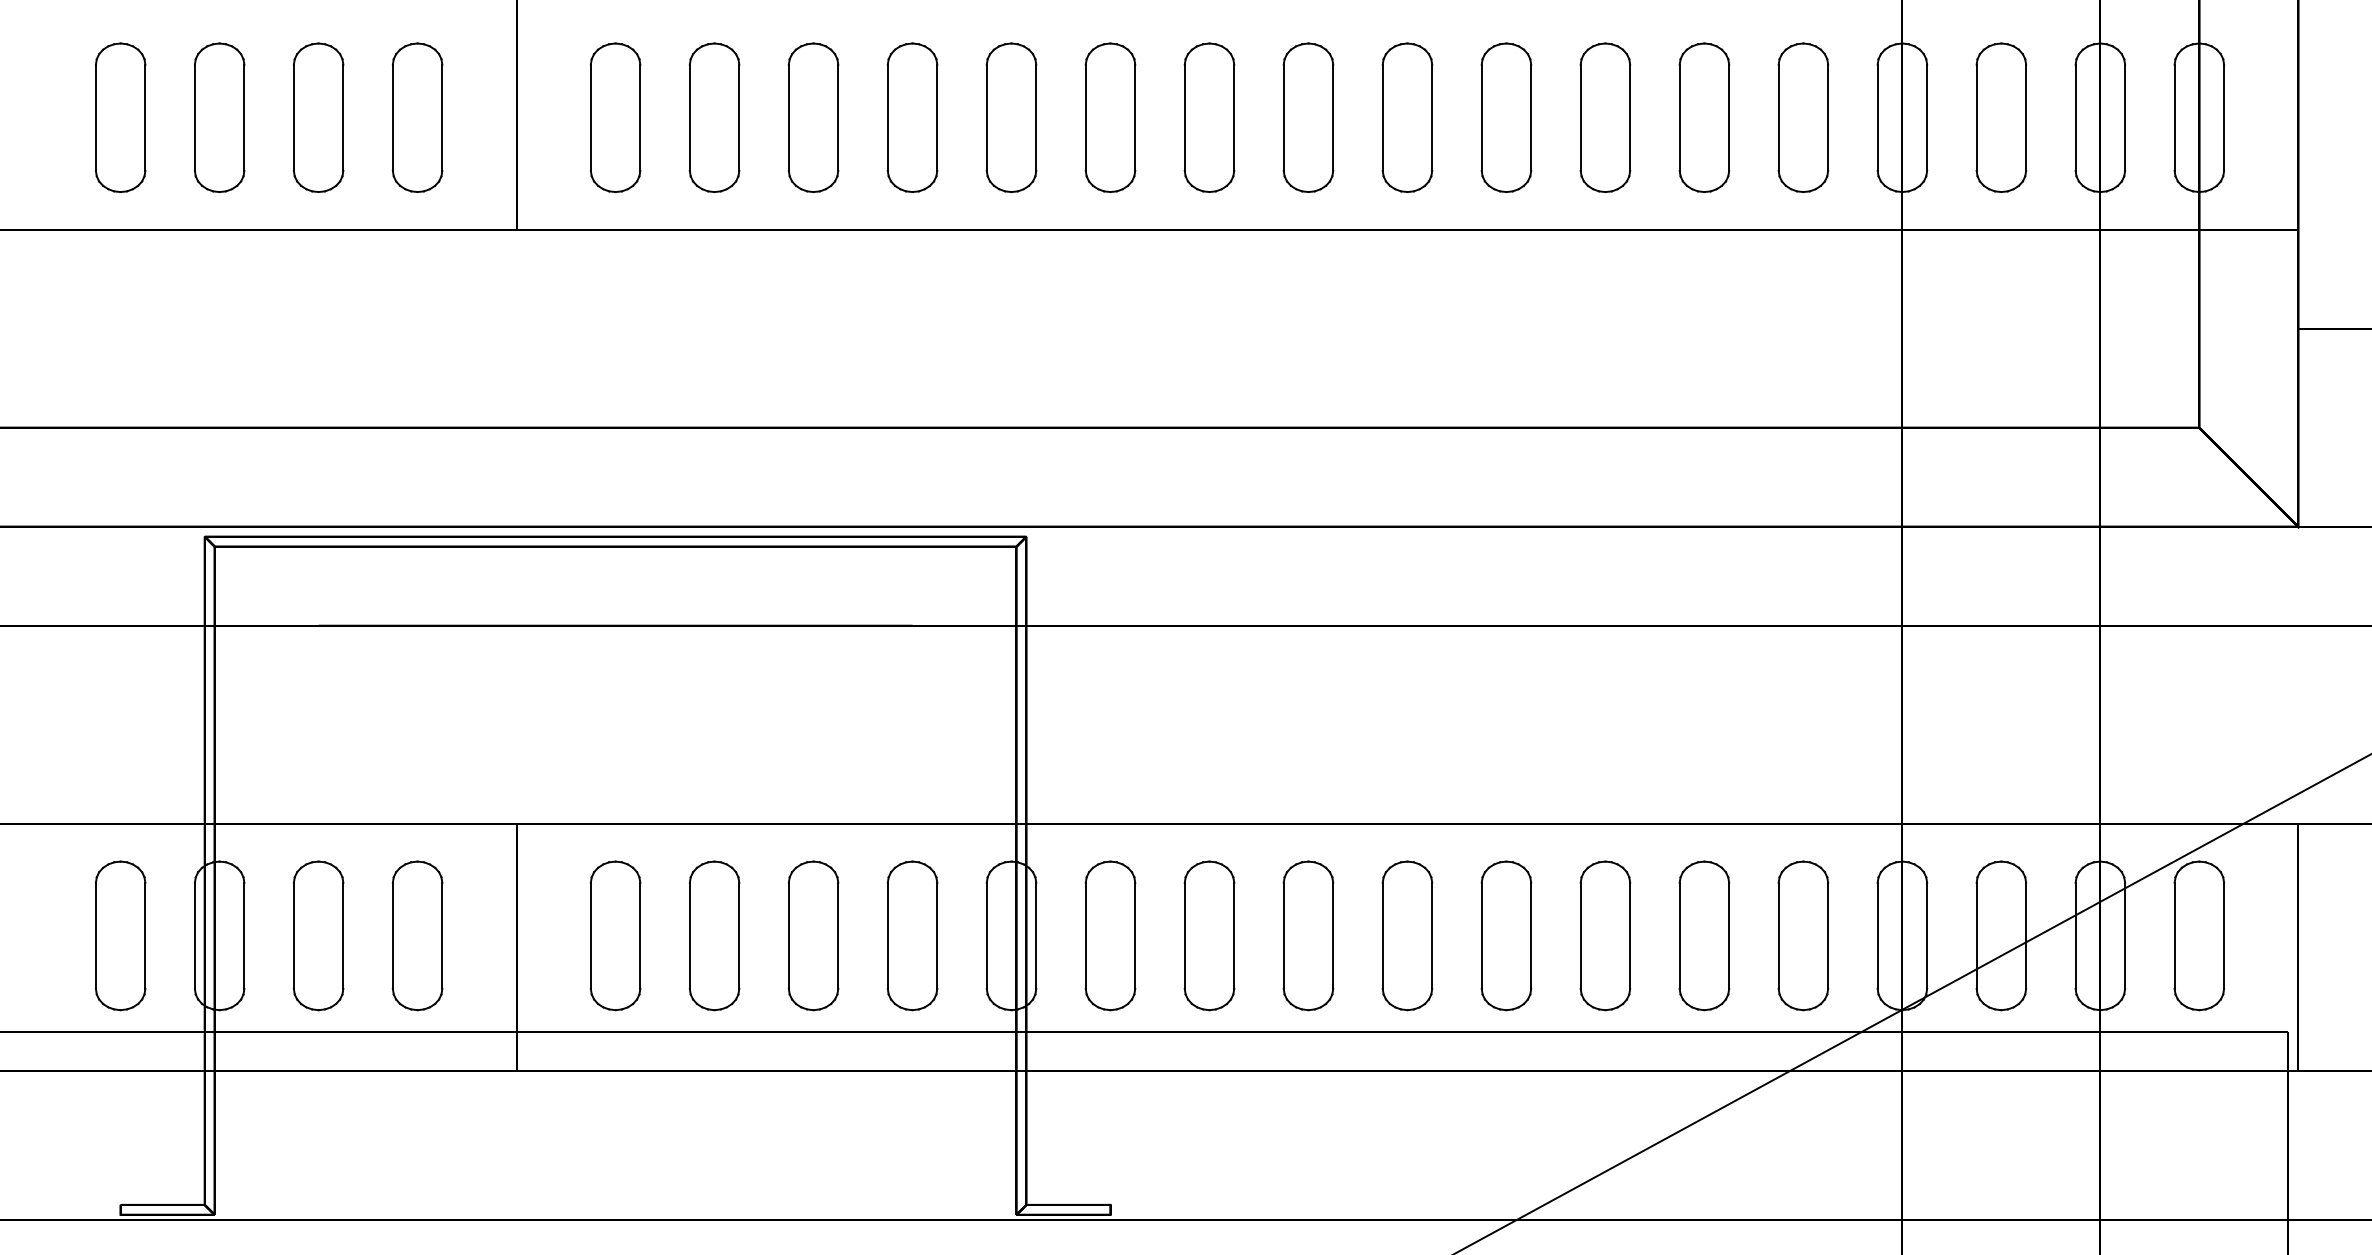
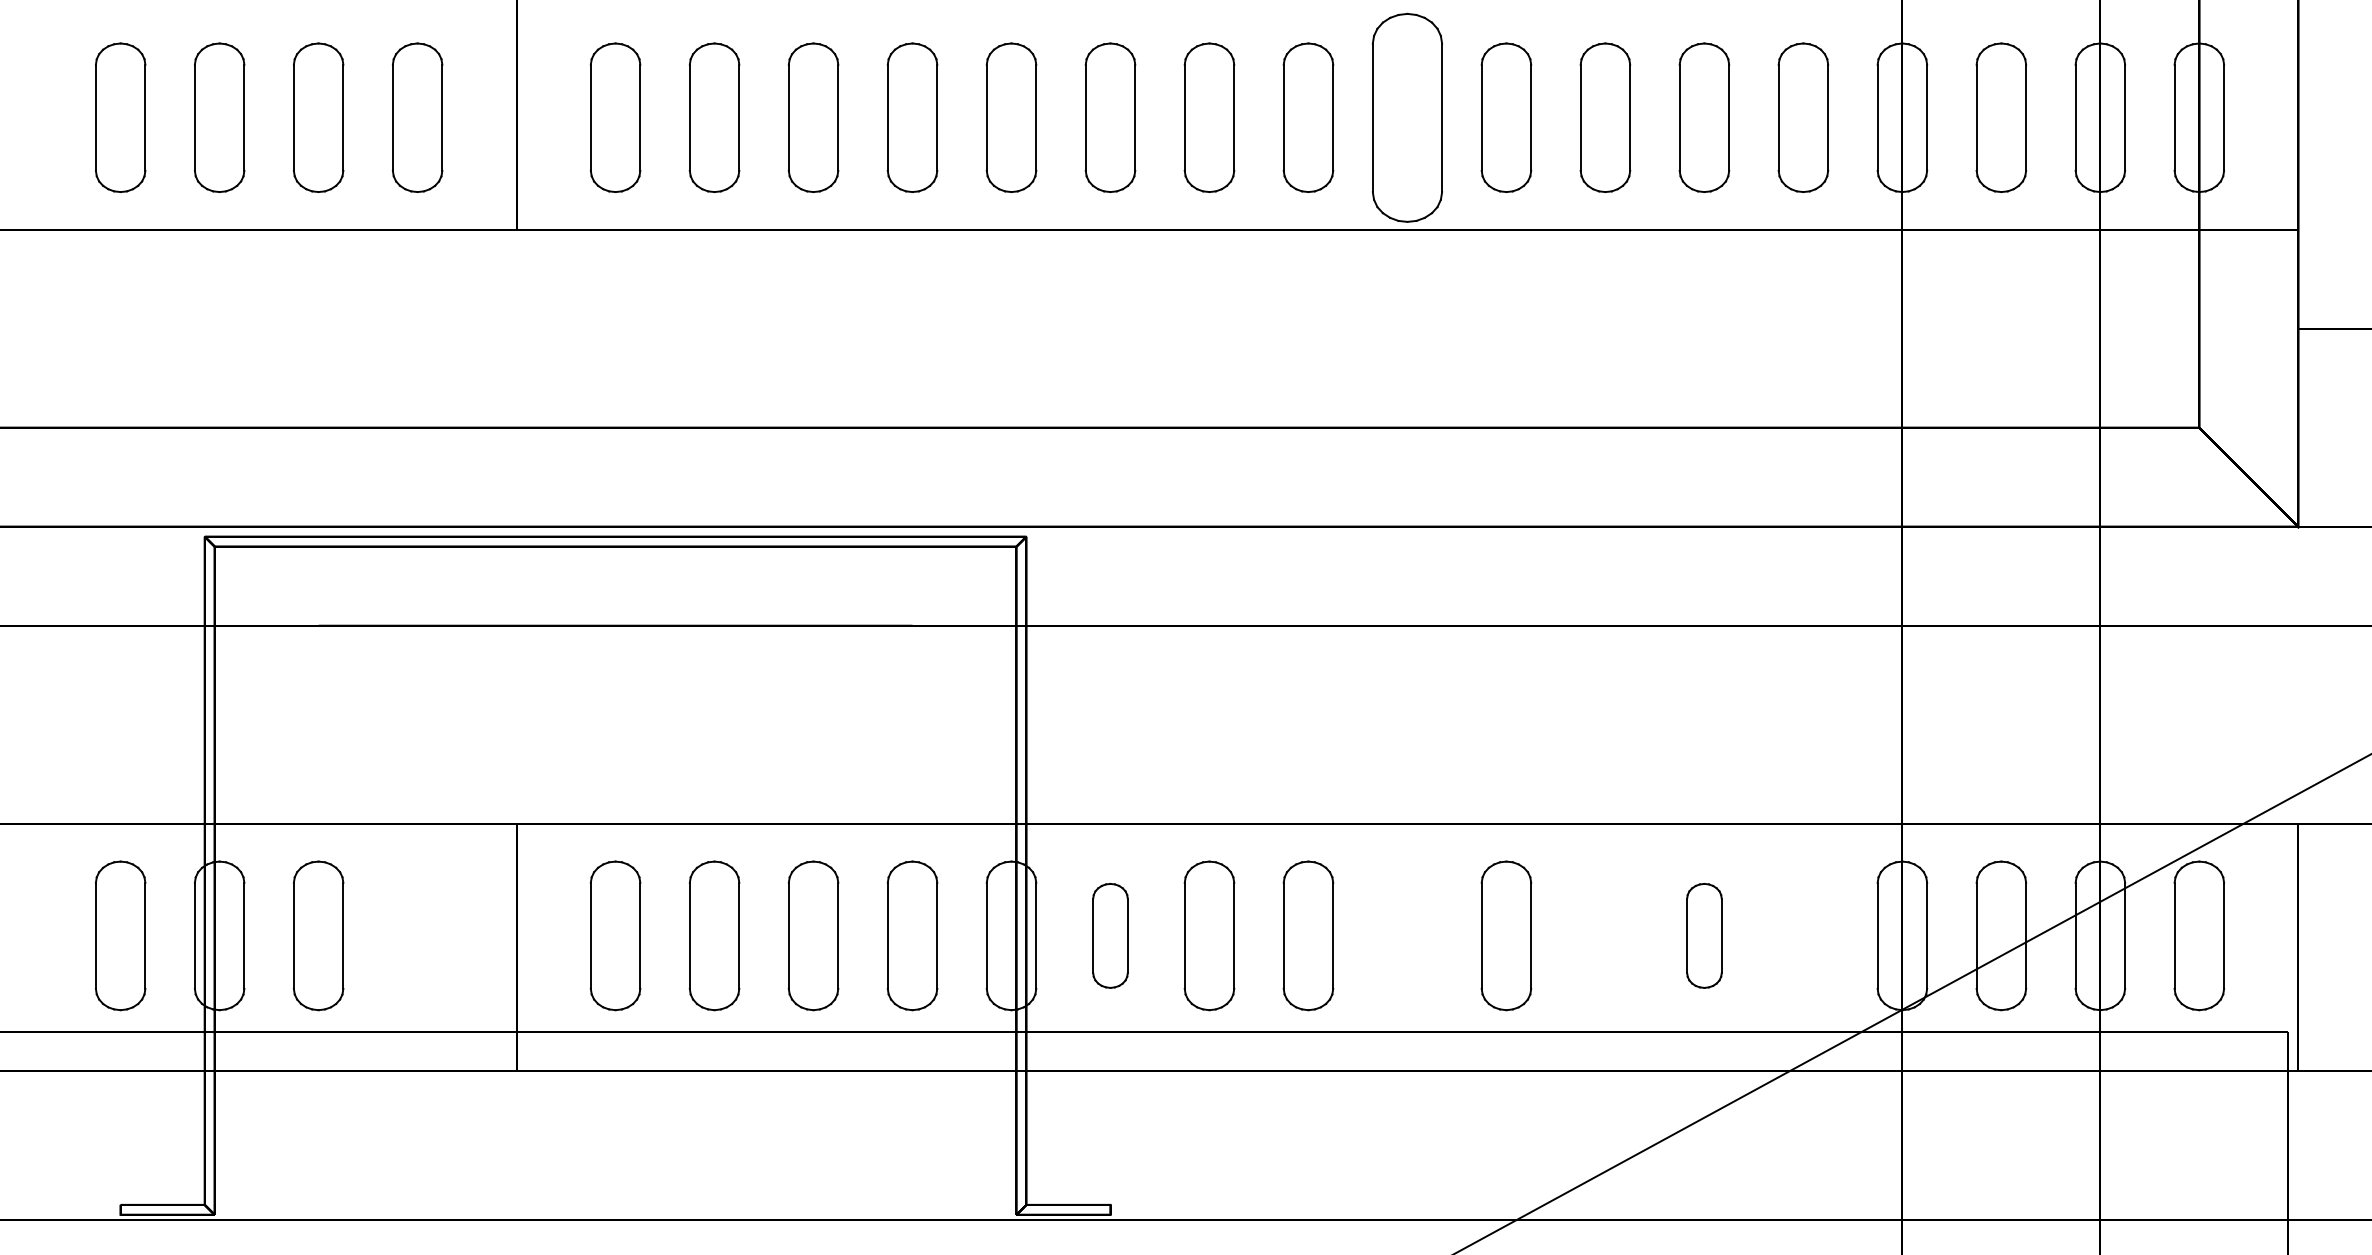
part at (1407, 117) size: 53x151 px -> 72x211 px
part at (417, 935): present -> none
part at (1110, 935) size: 53x152 px -> 37x106 px
part at (1407, 935): present -> none
part at (1605, 935): present -> none
part at (1704, 935) size: 53x152 px -> 37x106 px
part at (1803, 935): present -> none
